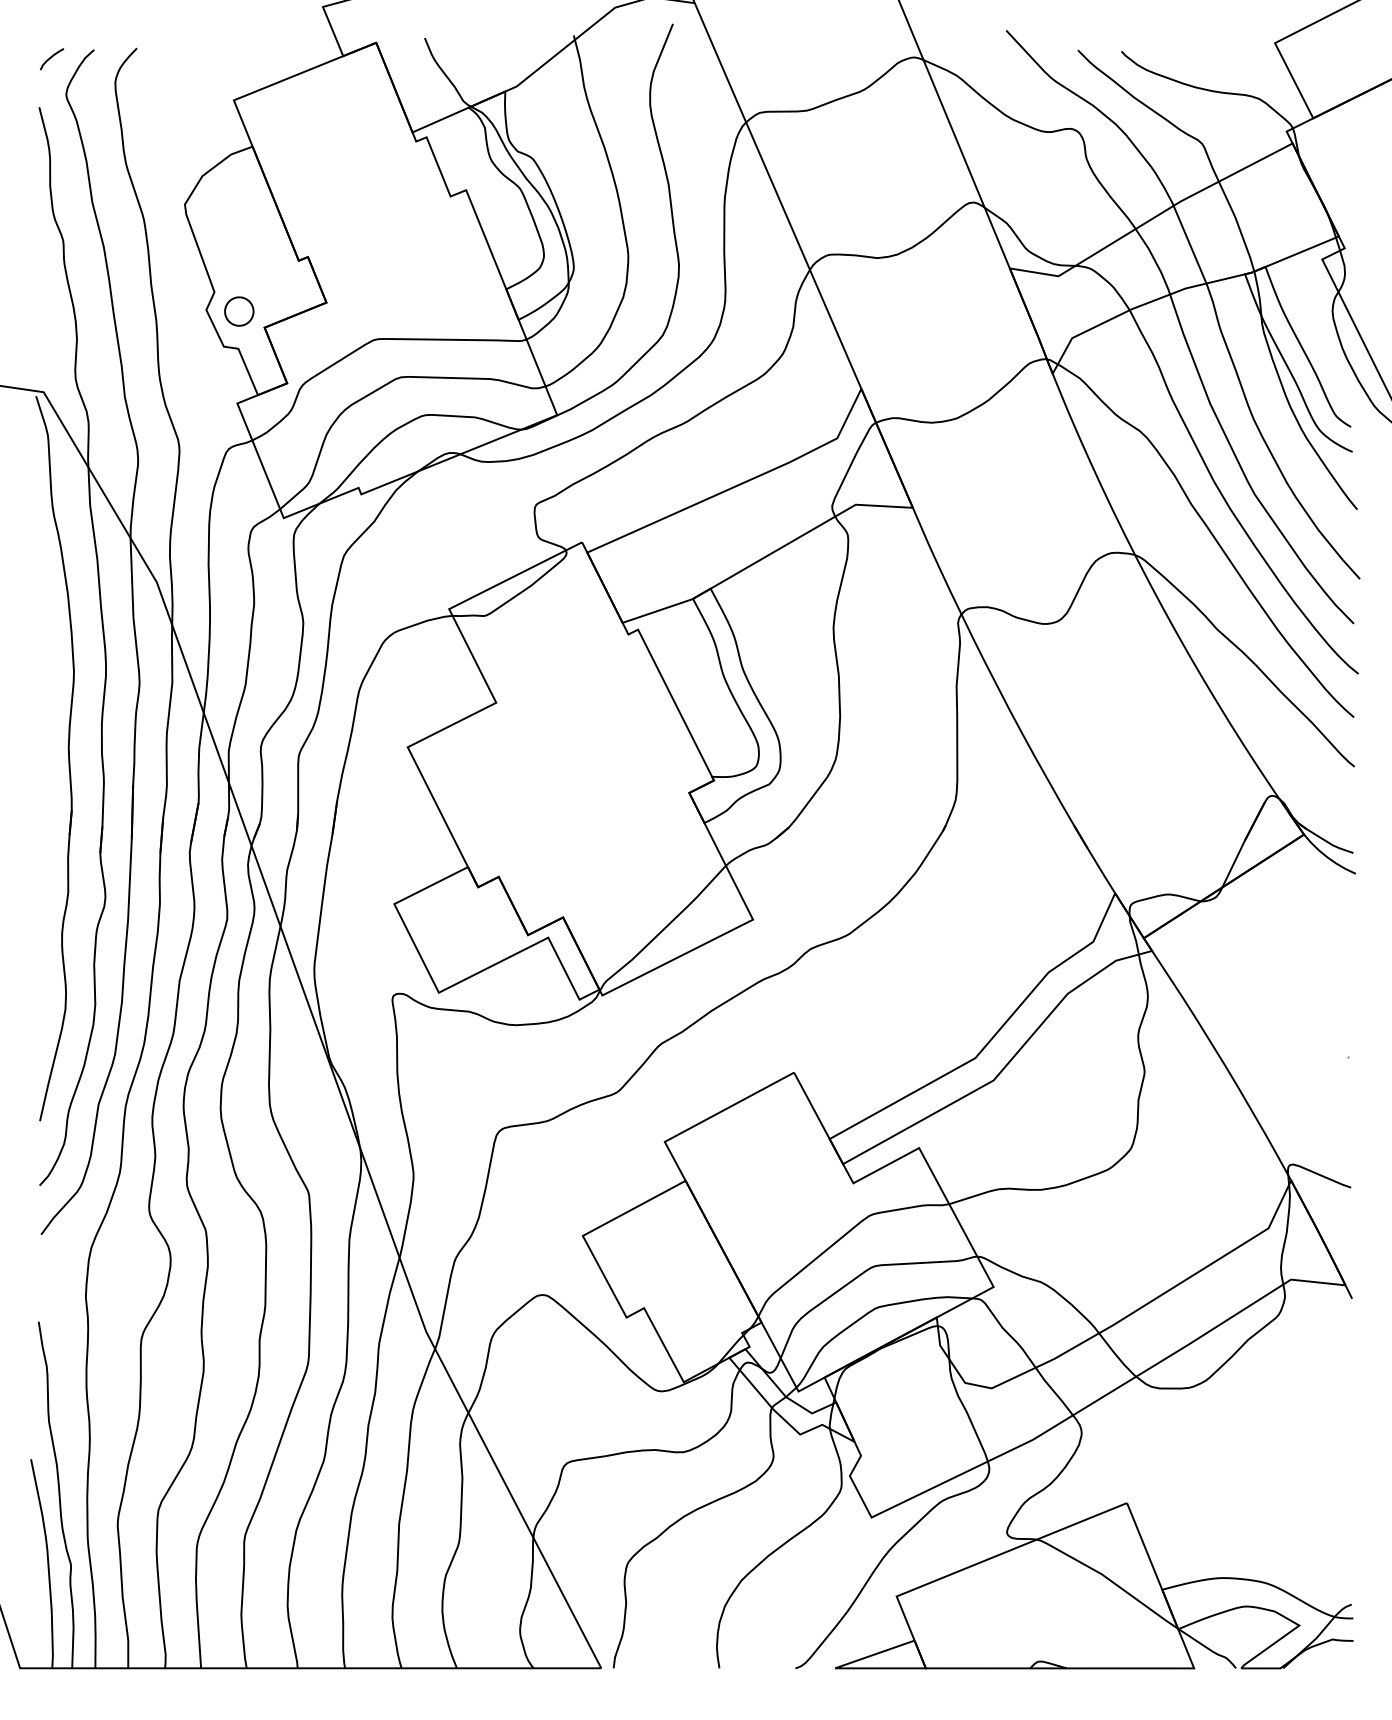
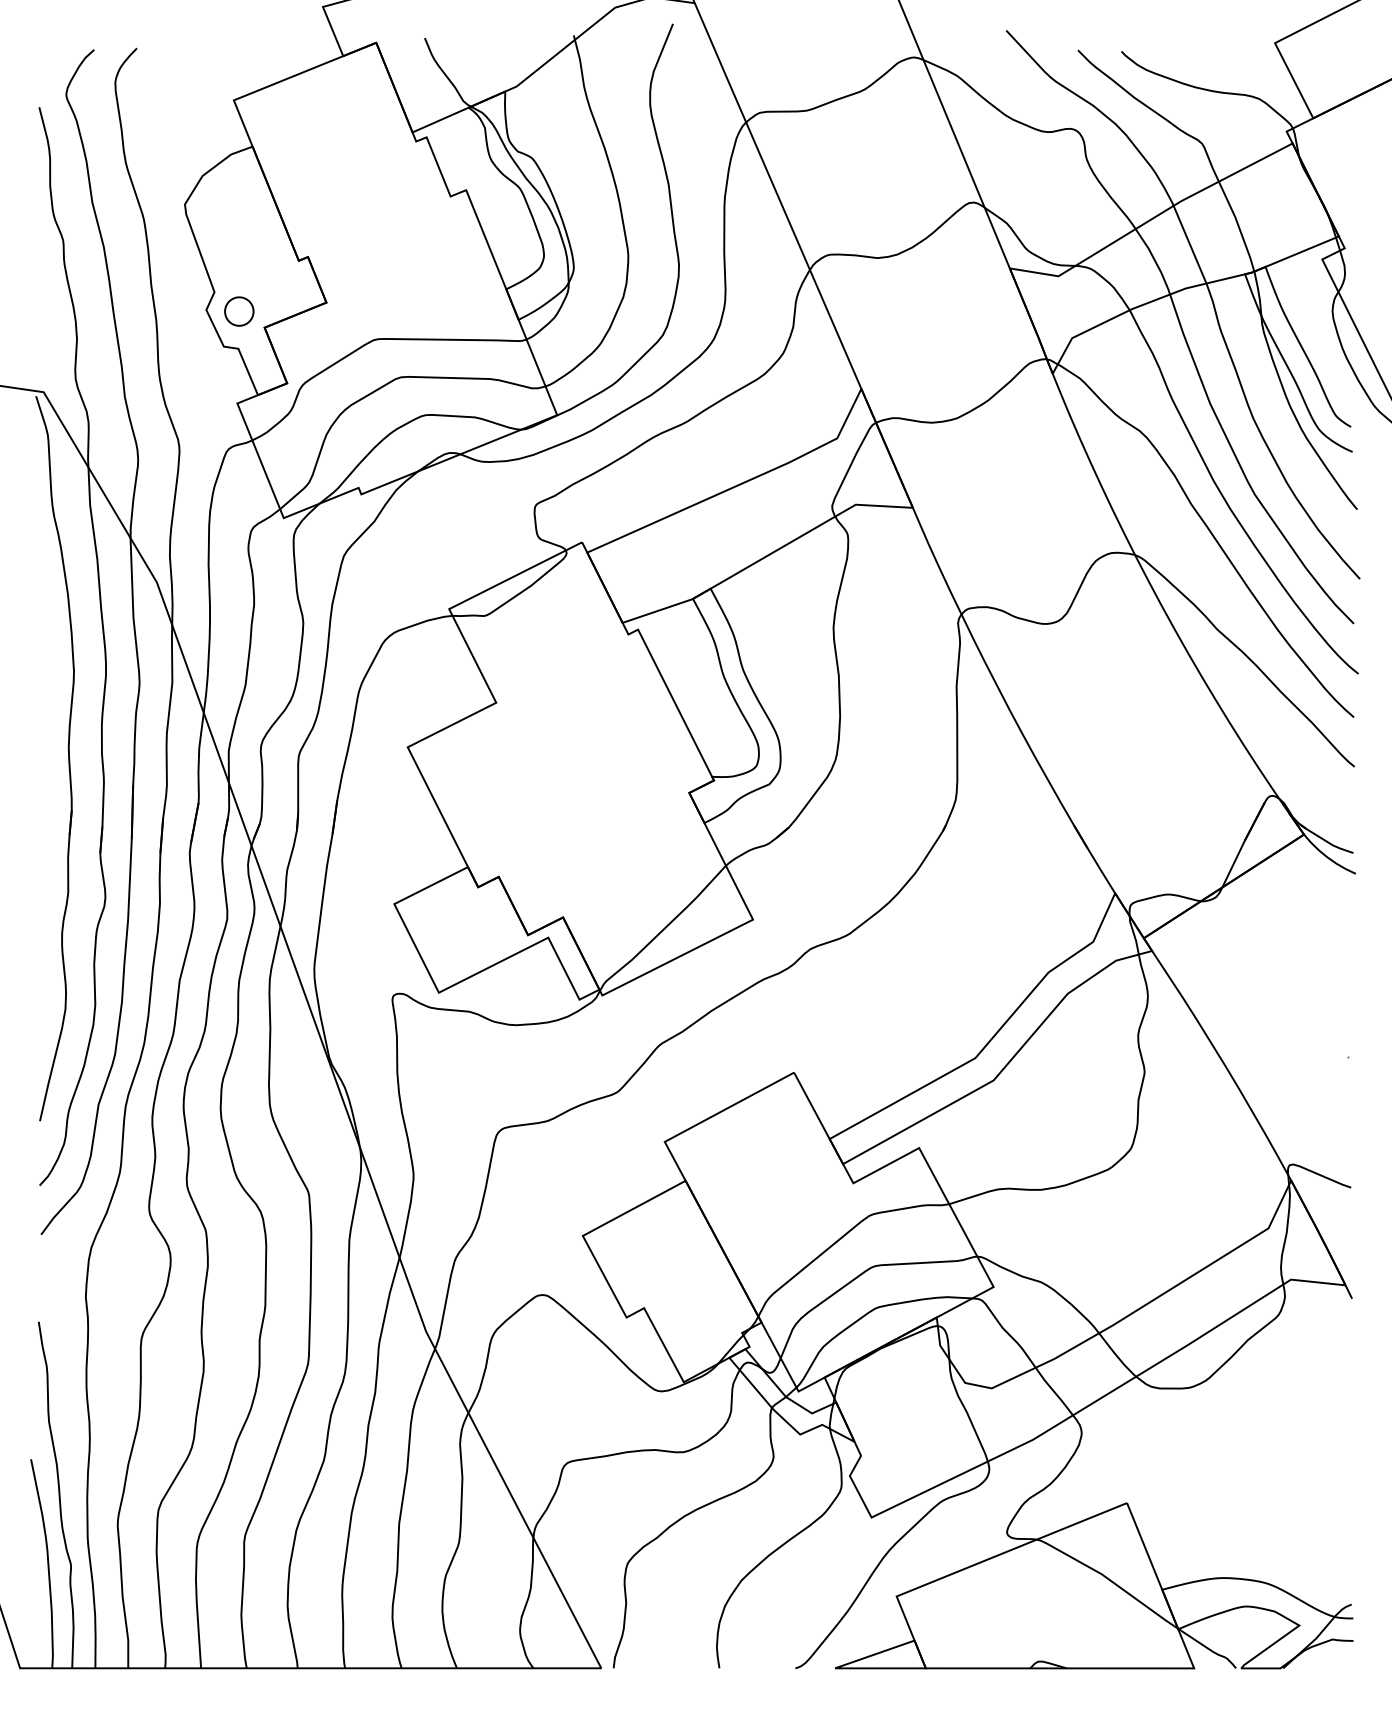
curve at (51, 58): present -> none
